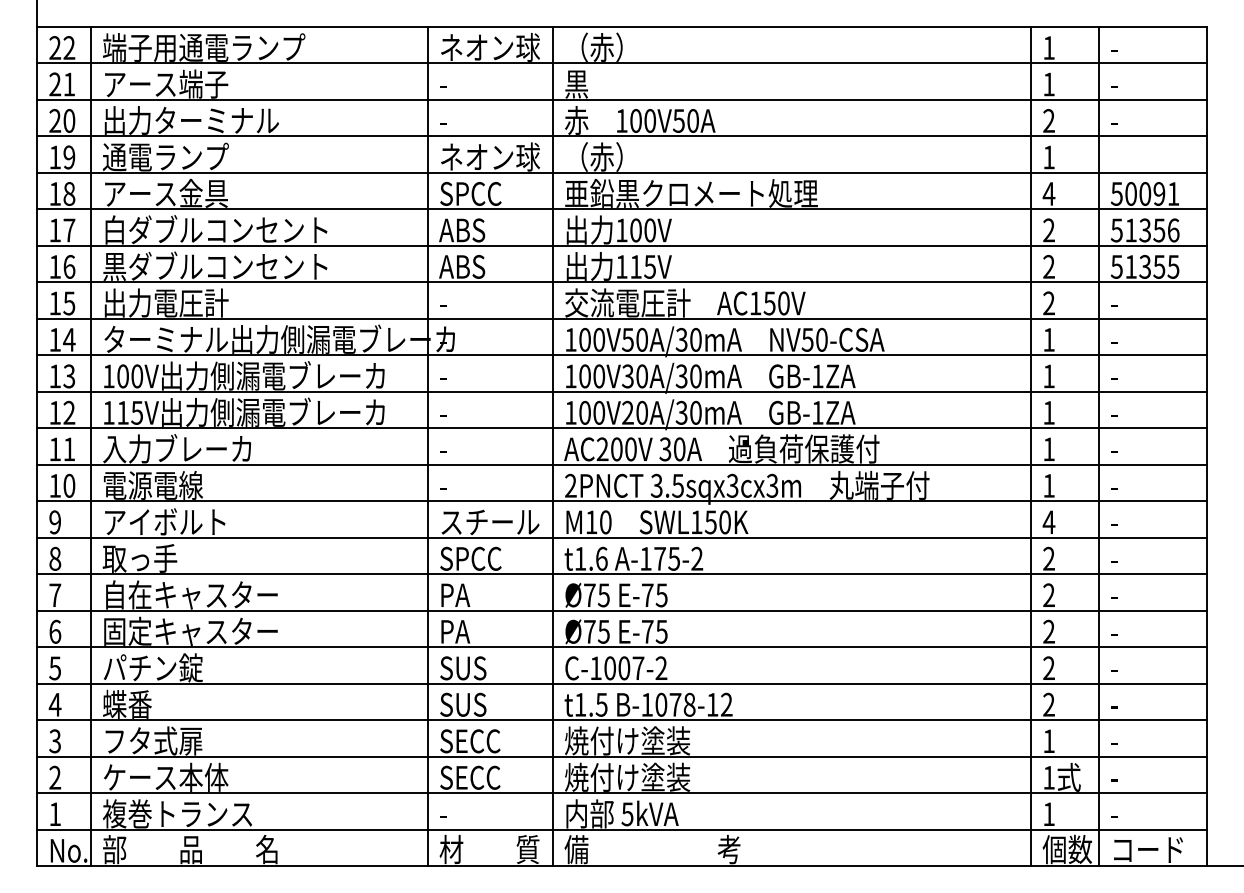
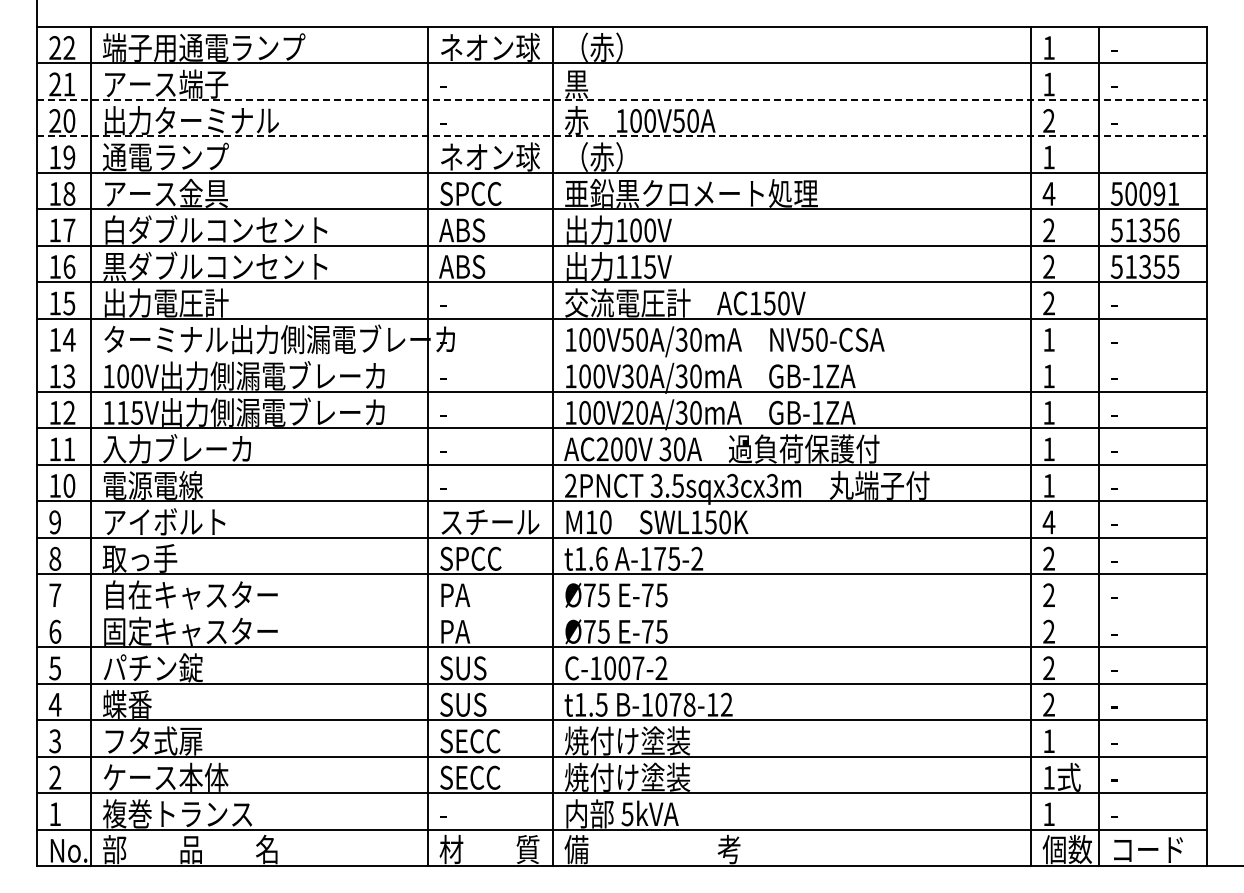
line at (621, 99): solid -> dashed
line at (621, 136): solid -> dashed
line at (621, 355): present -> none
line at (621, 610): present -> none
